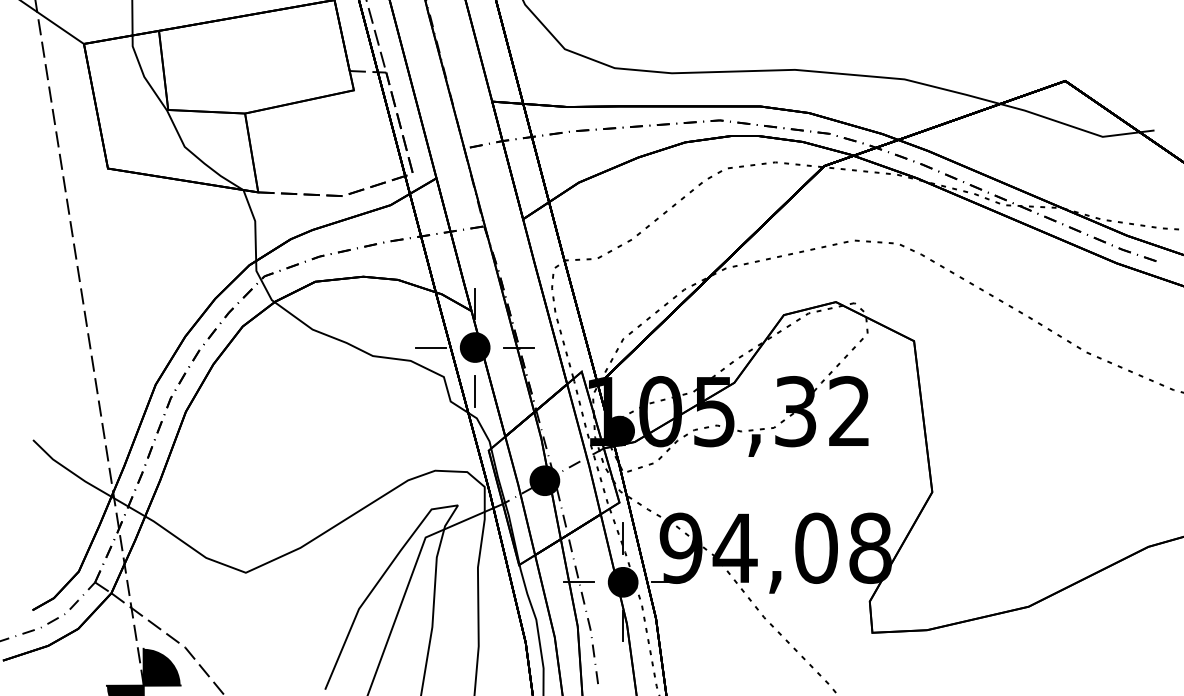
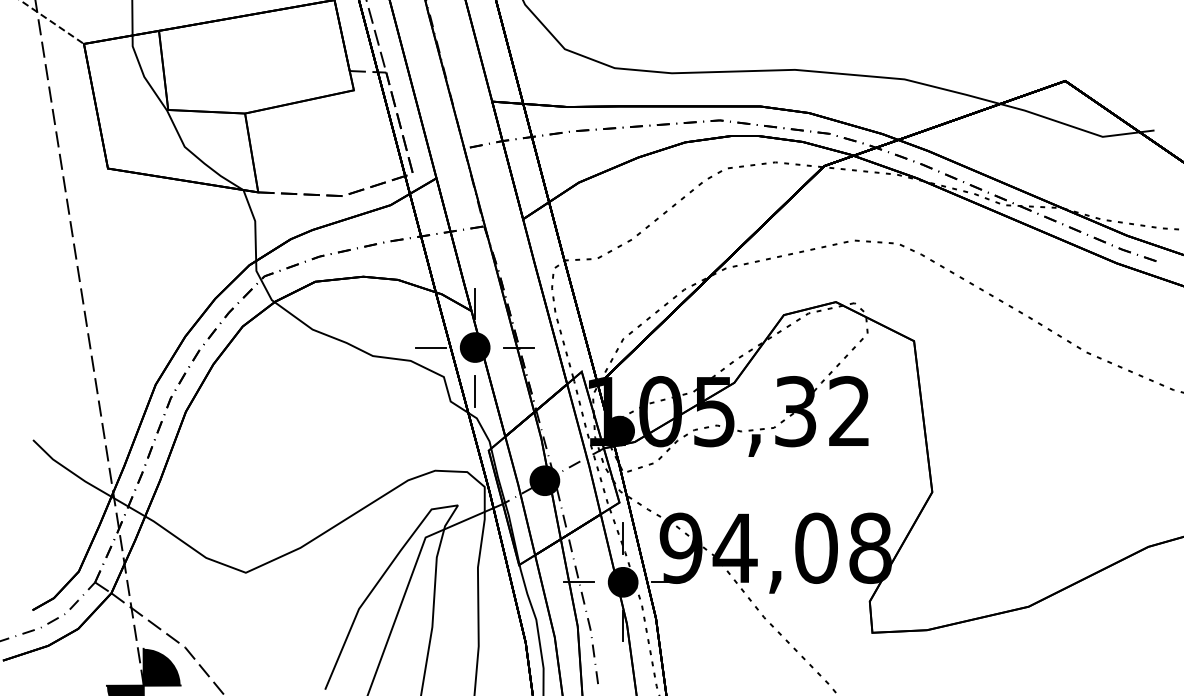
line at (51, 22): solid -> dashed
